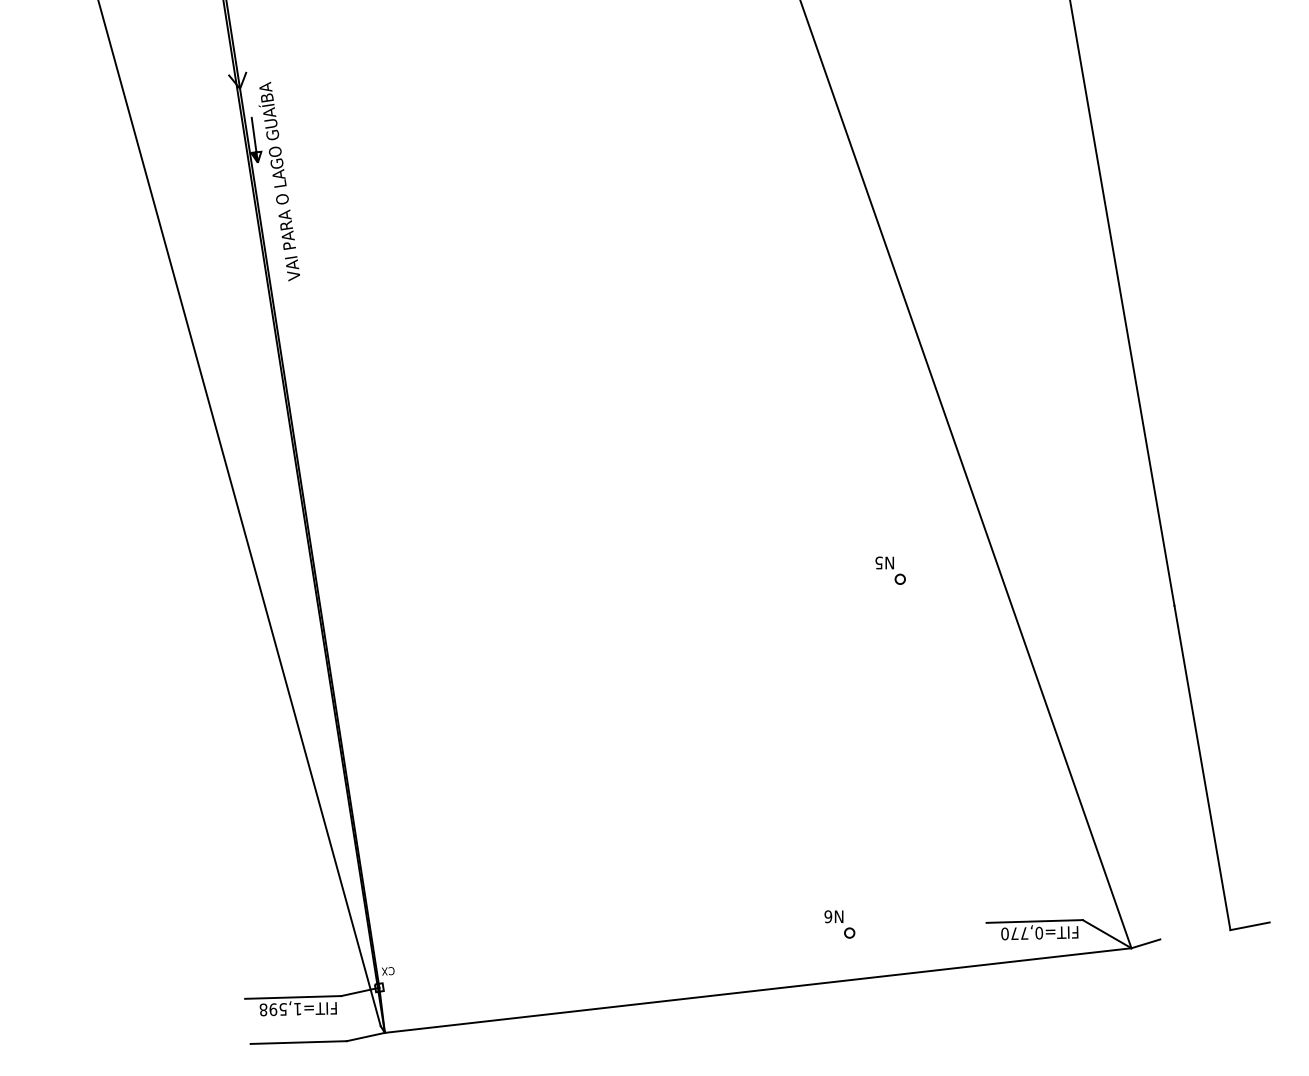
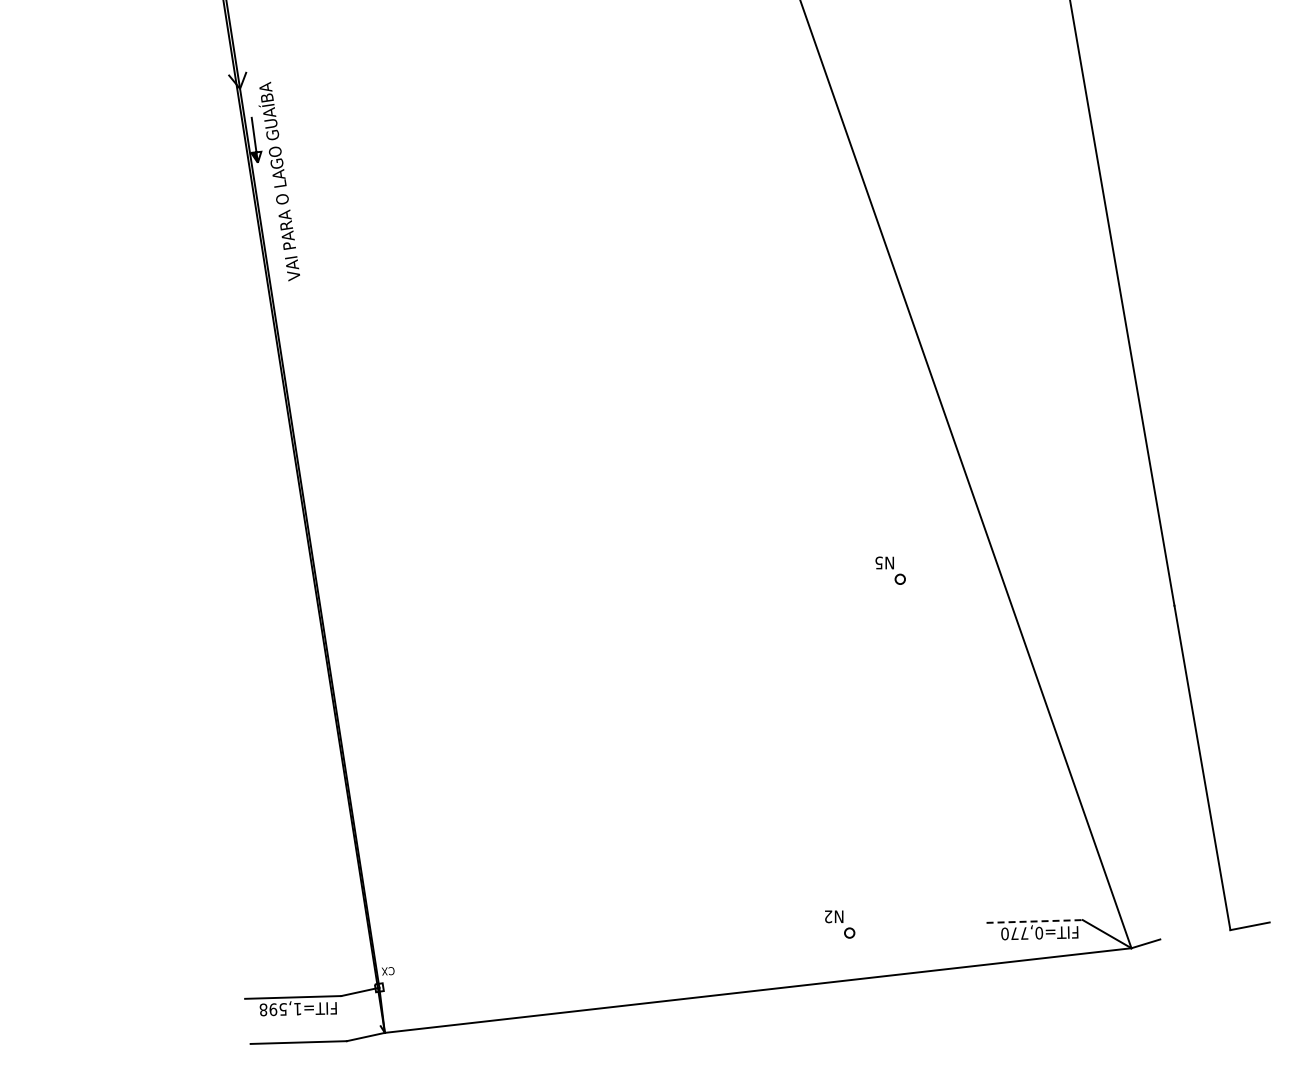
line at (239, 514): present -> none
text at (828, 916): N6 -> N2
line at (1035, 921): solid -> dashed
